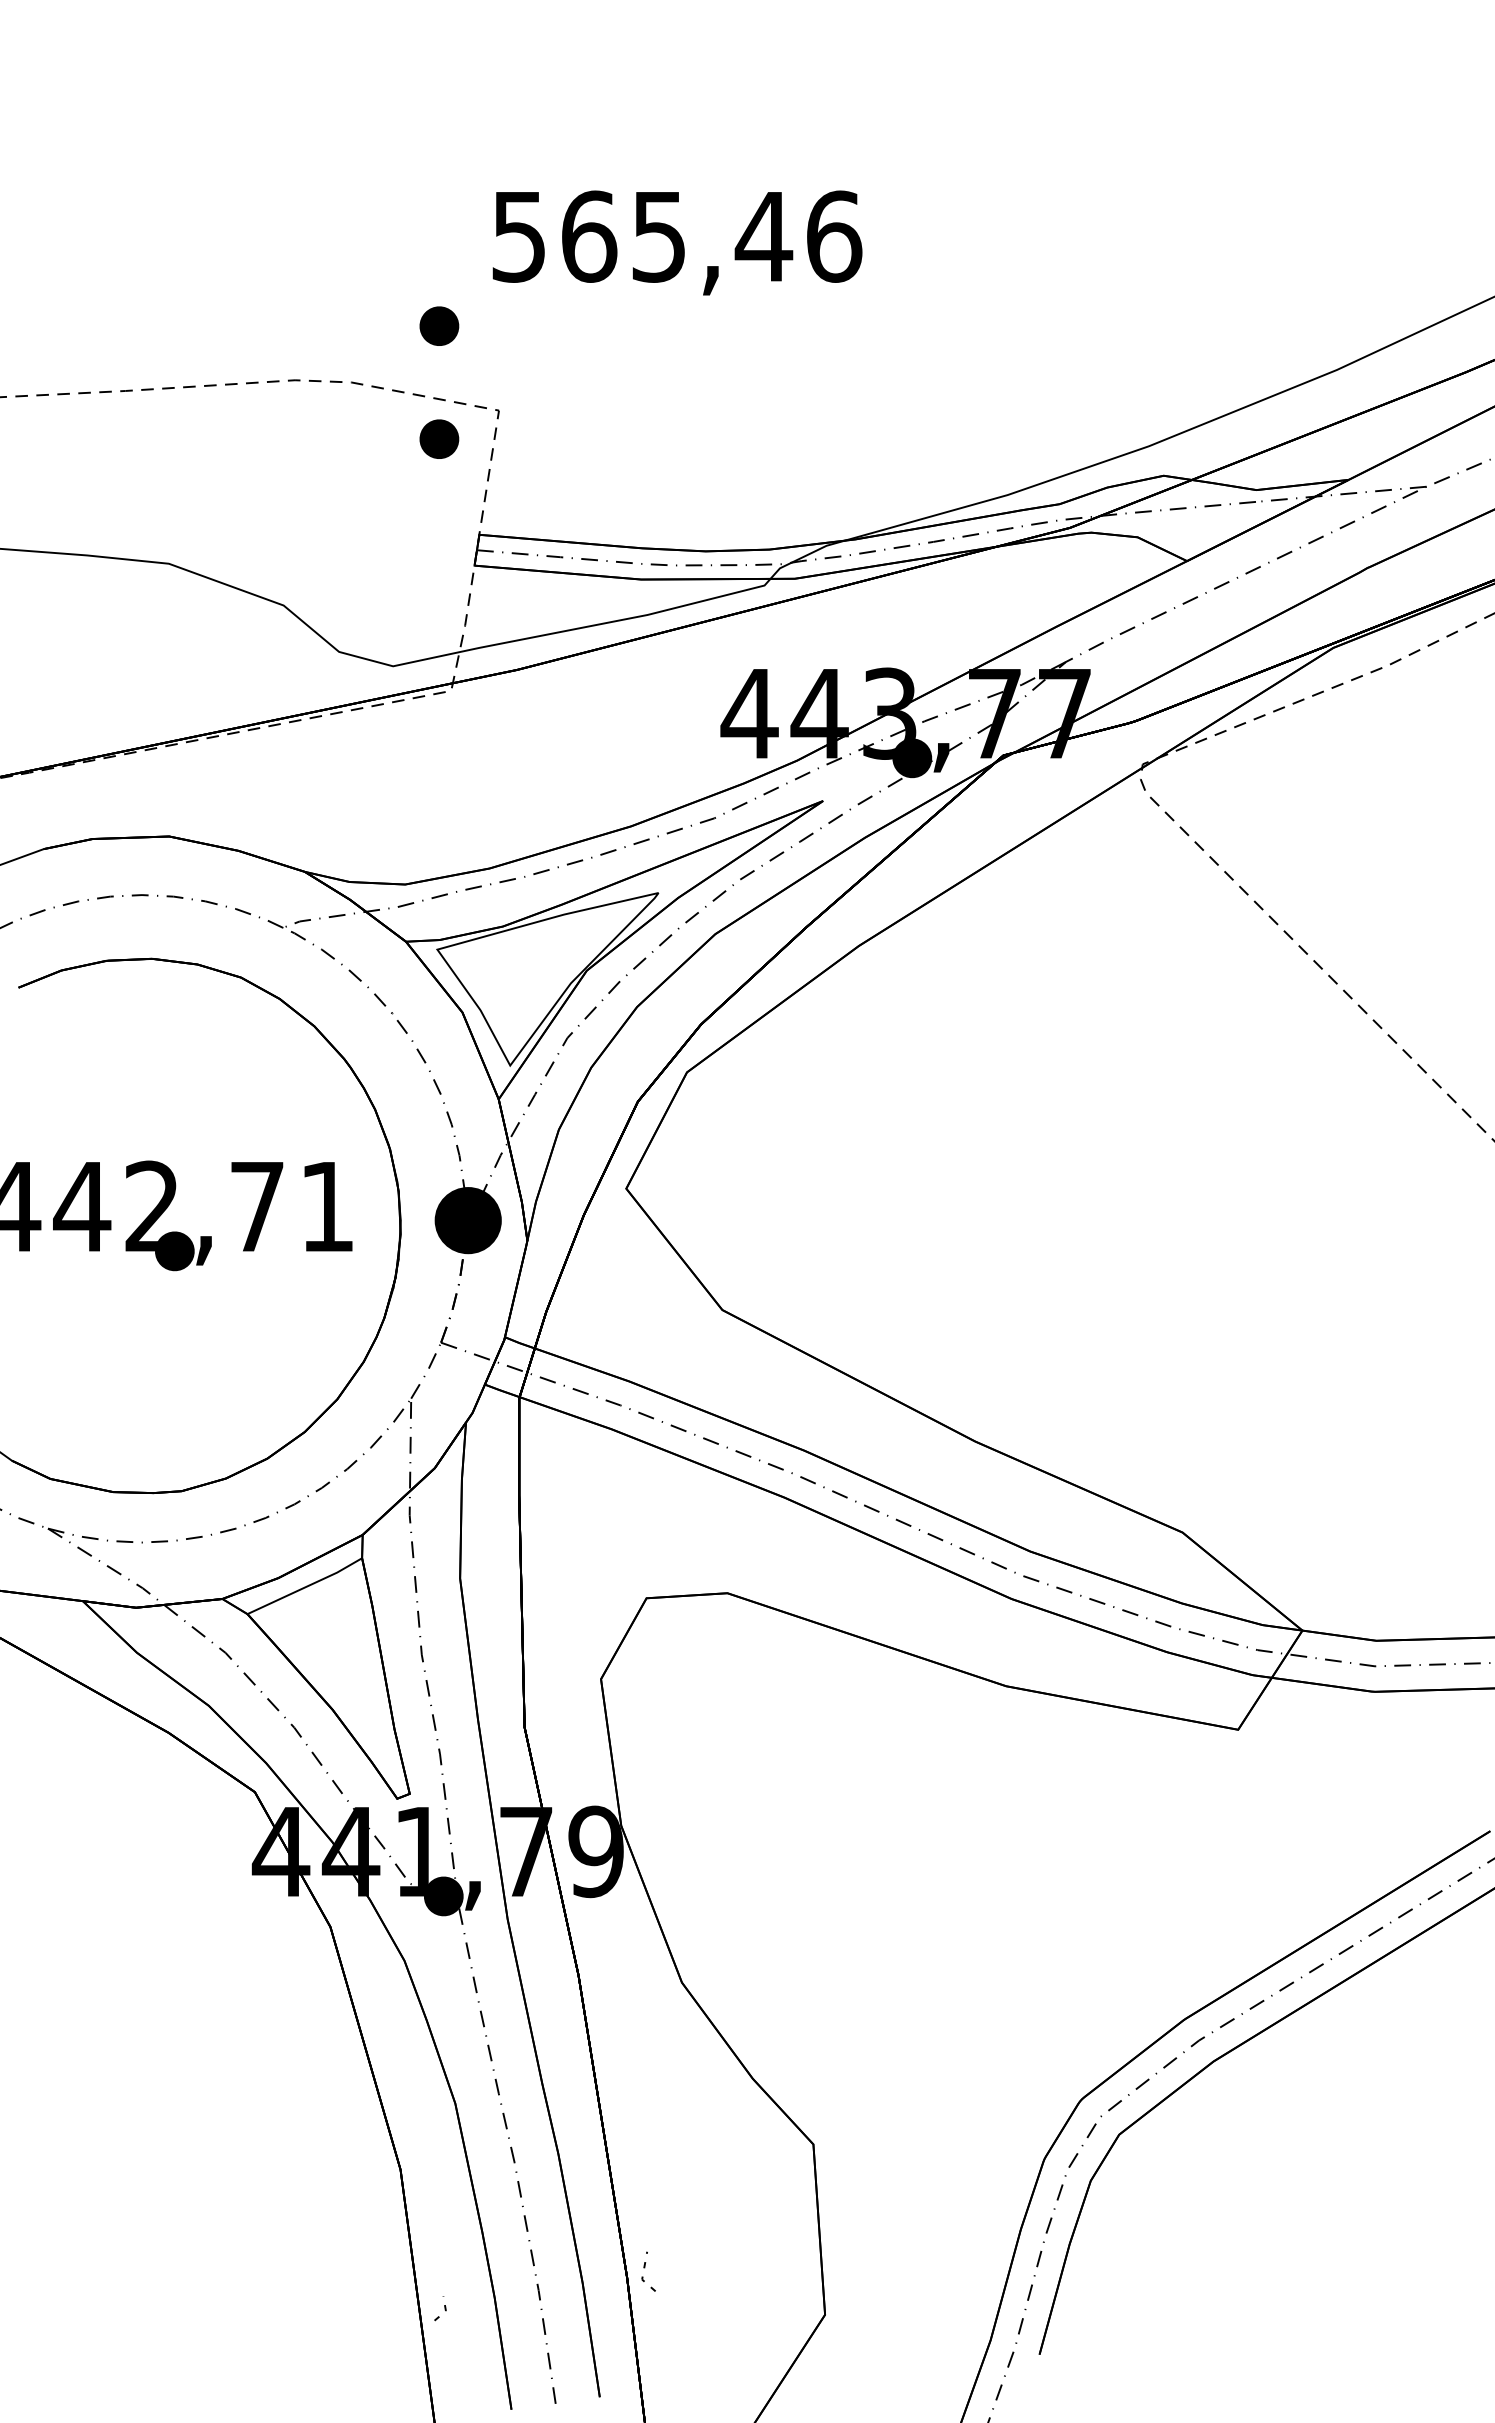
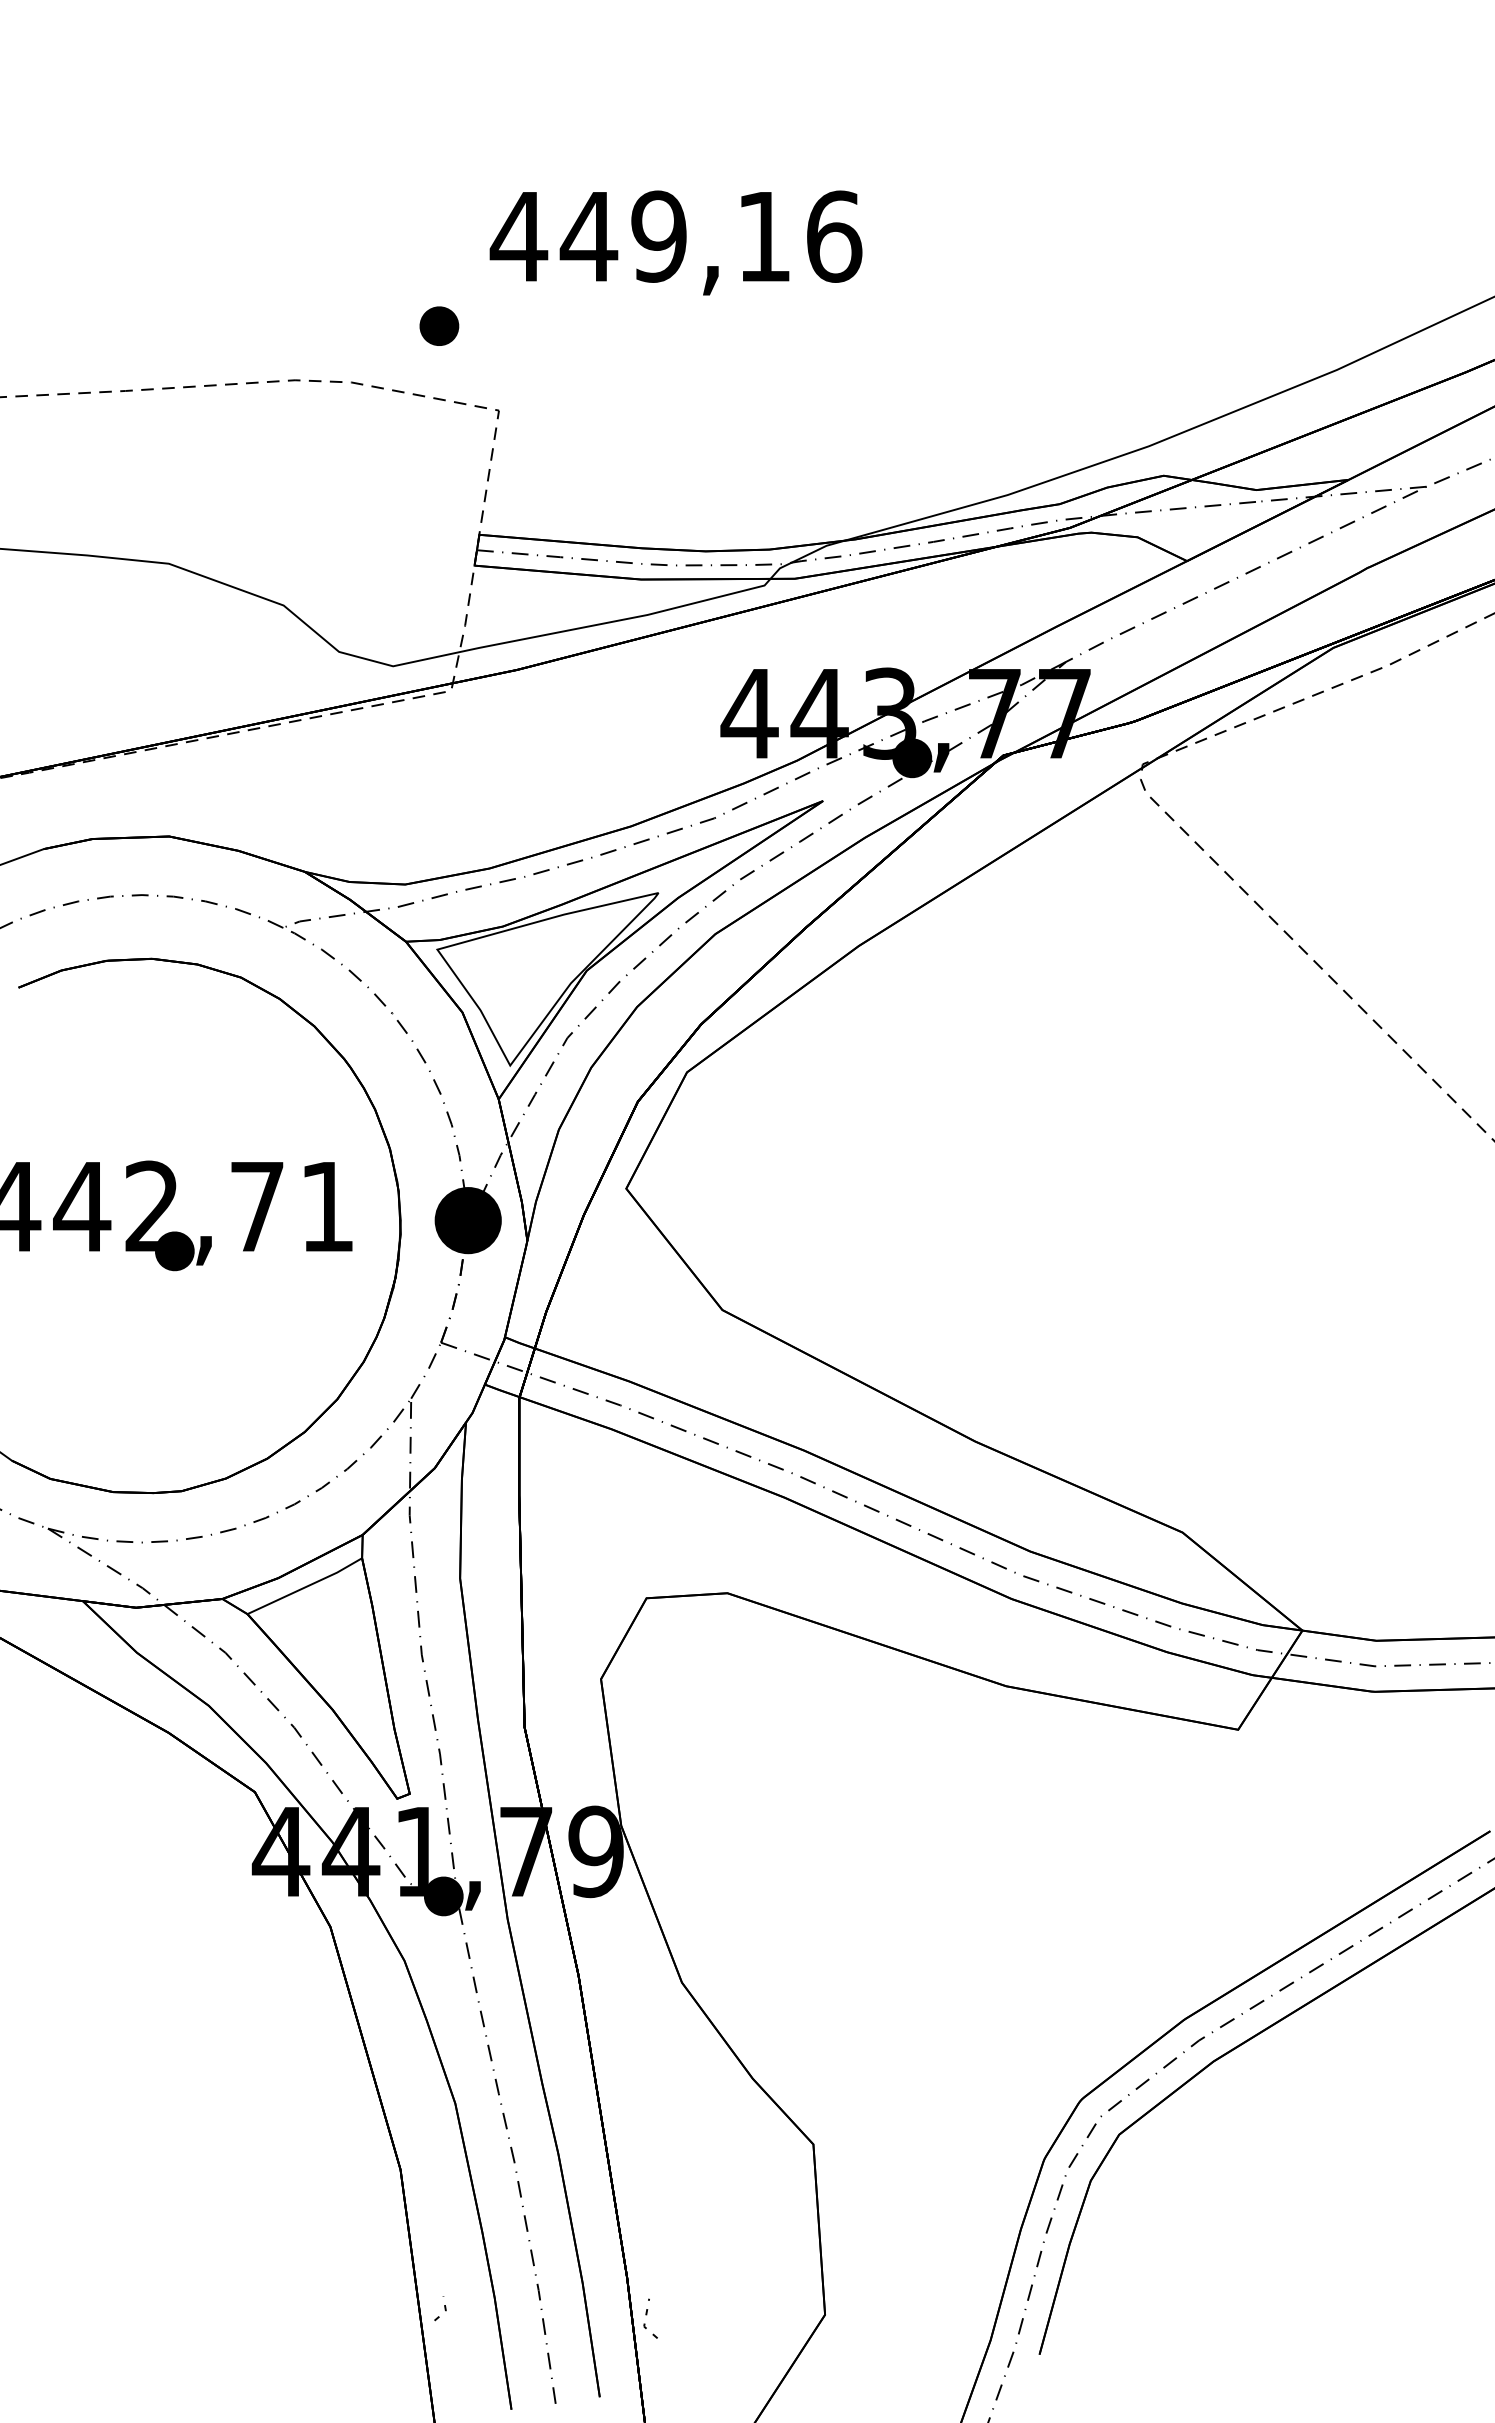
text at (641, 236): 565,46 -> 449,16
part at (439, 438): present -> none
line at (645, 2267) position: (645, 2267) -> (647, 2314)
